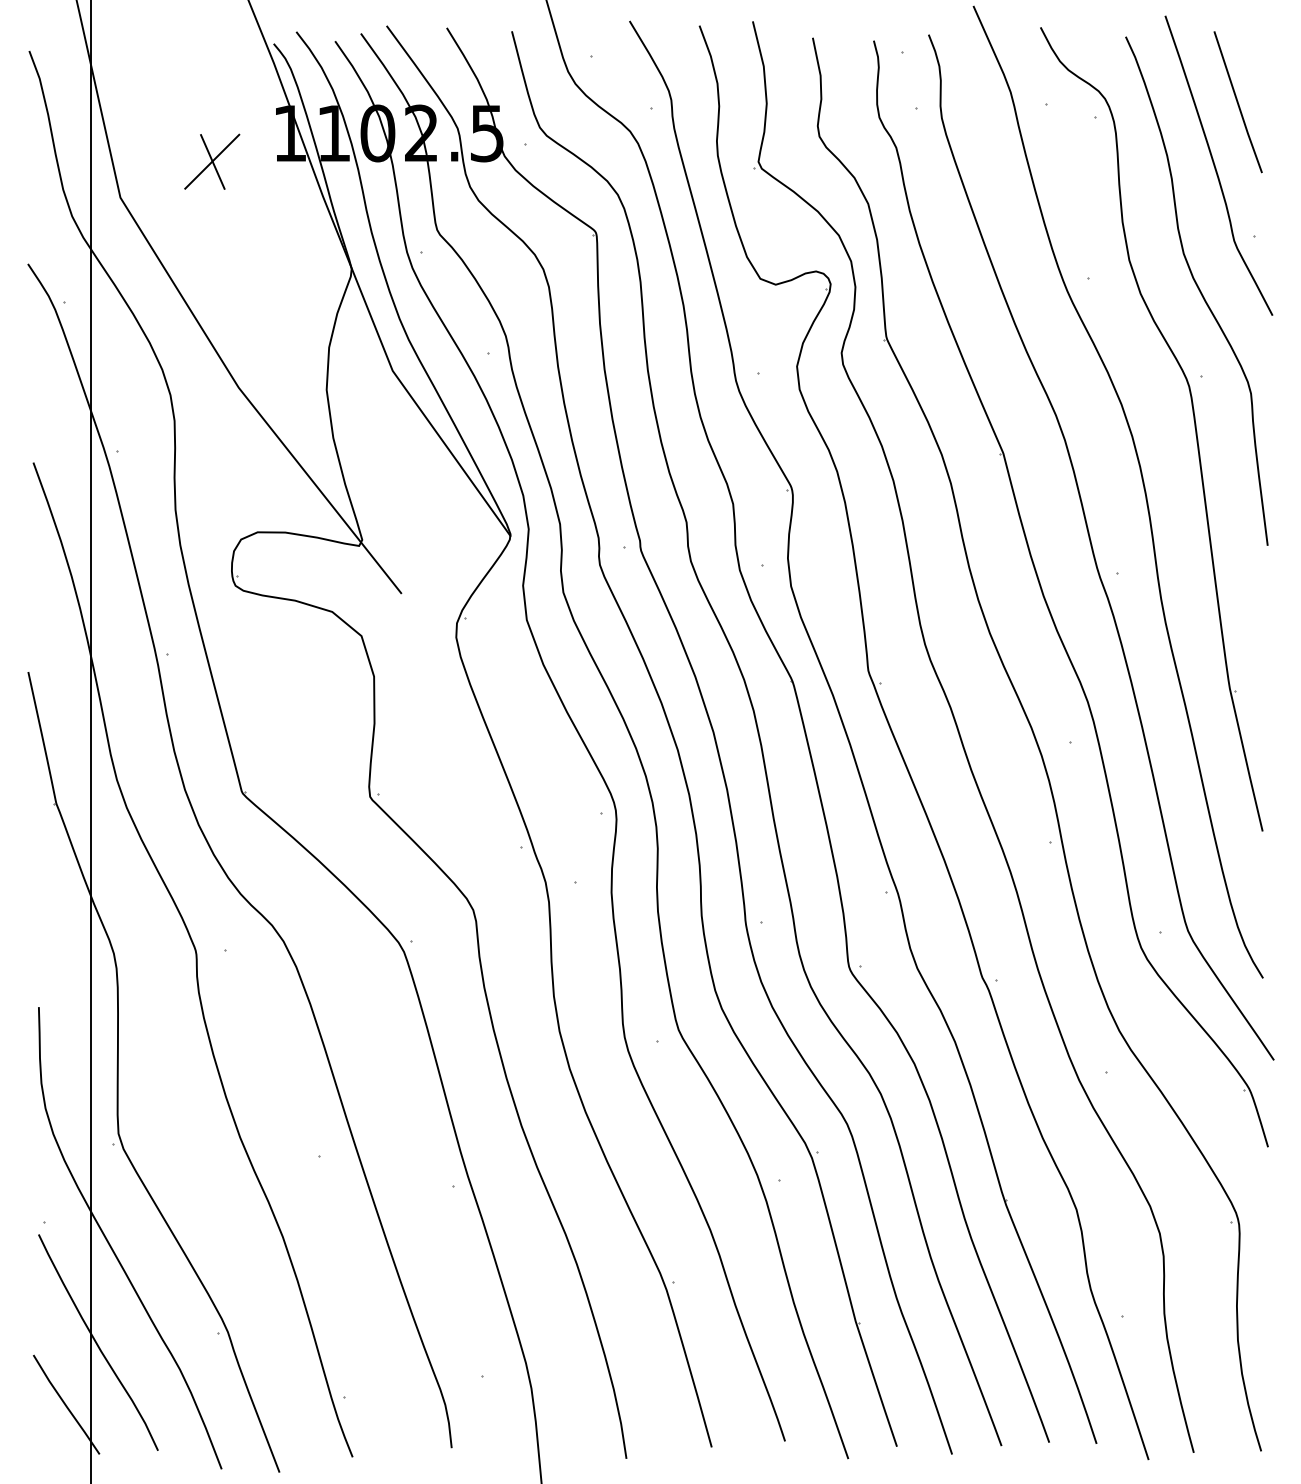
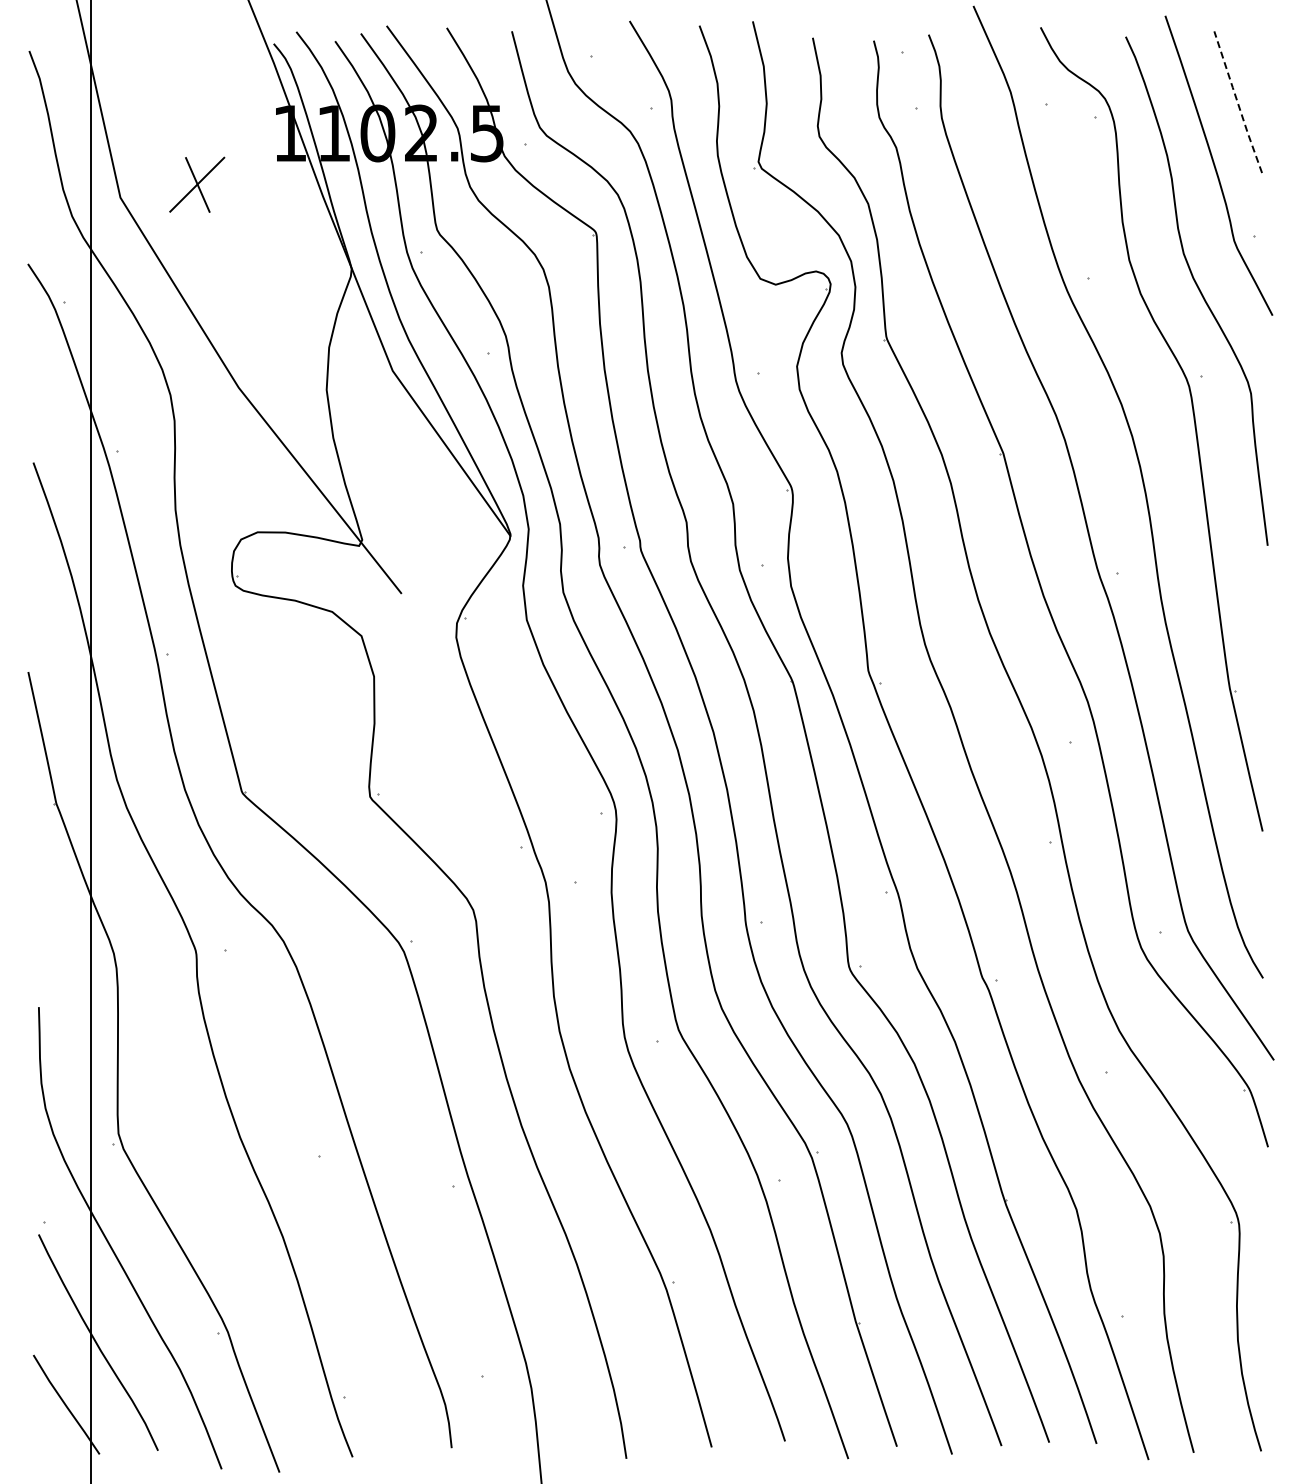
line at (1237, 101): solid -> dashed
part at (212, 161) position: (212, 161) -> (197, 184)
